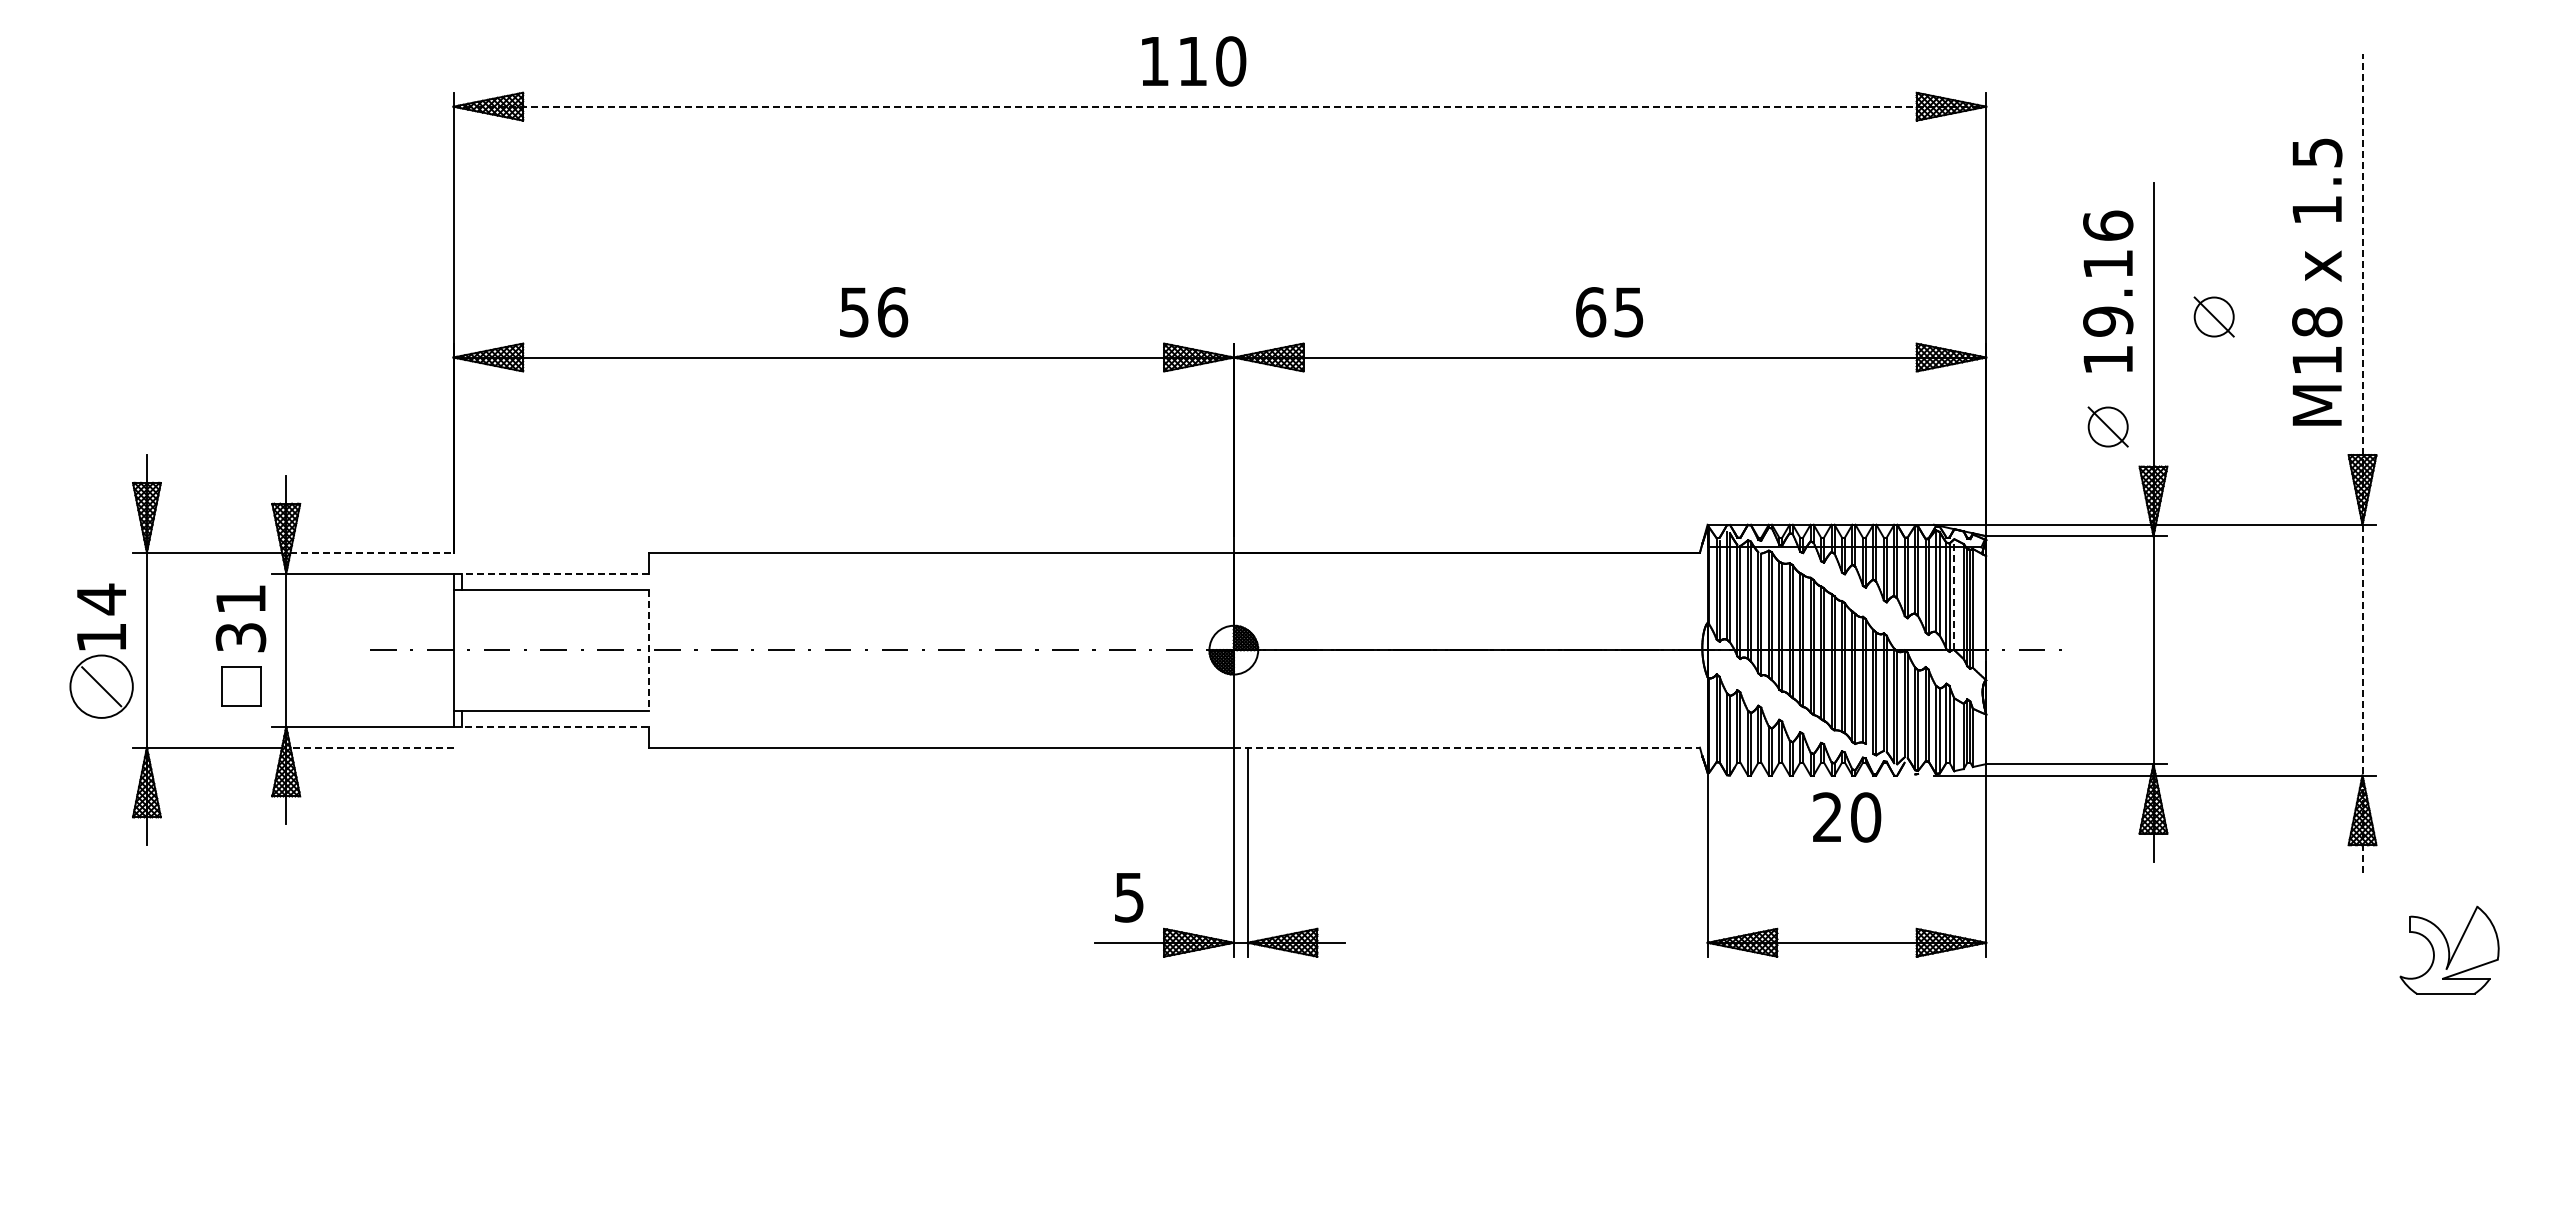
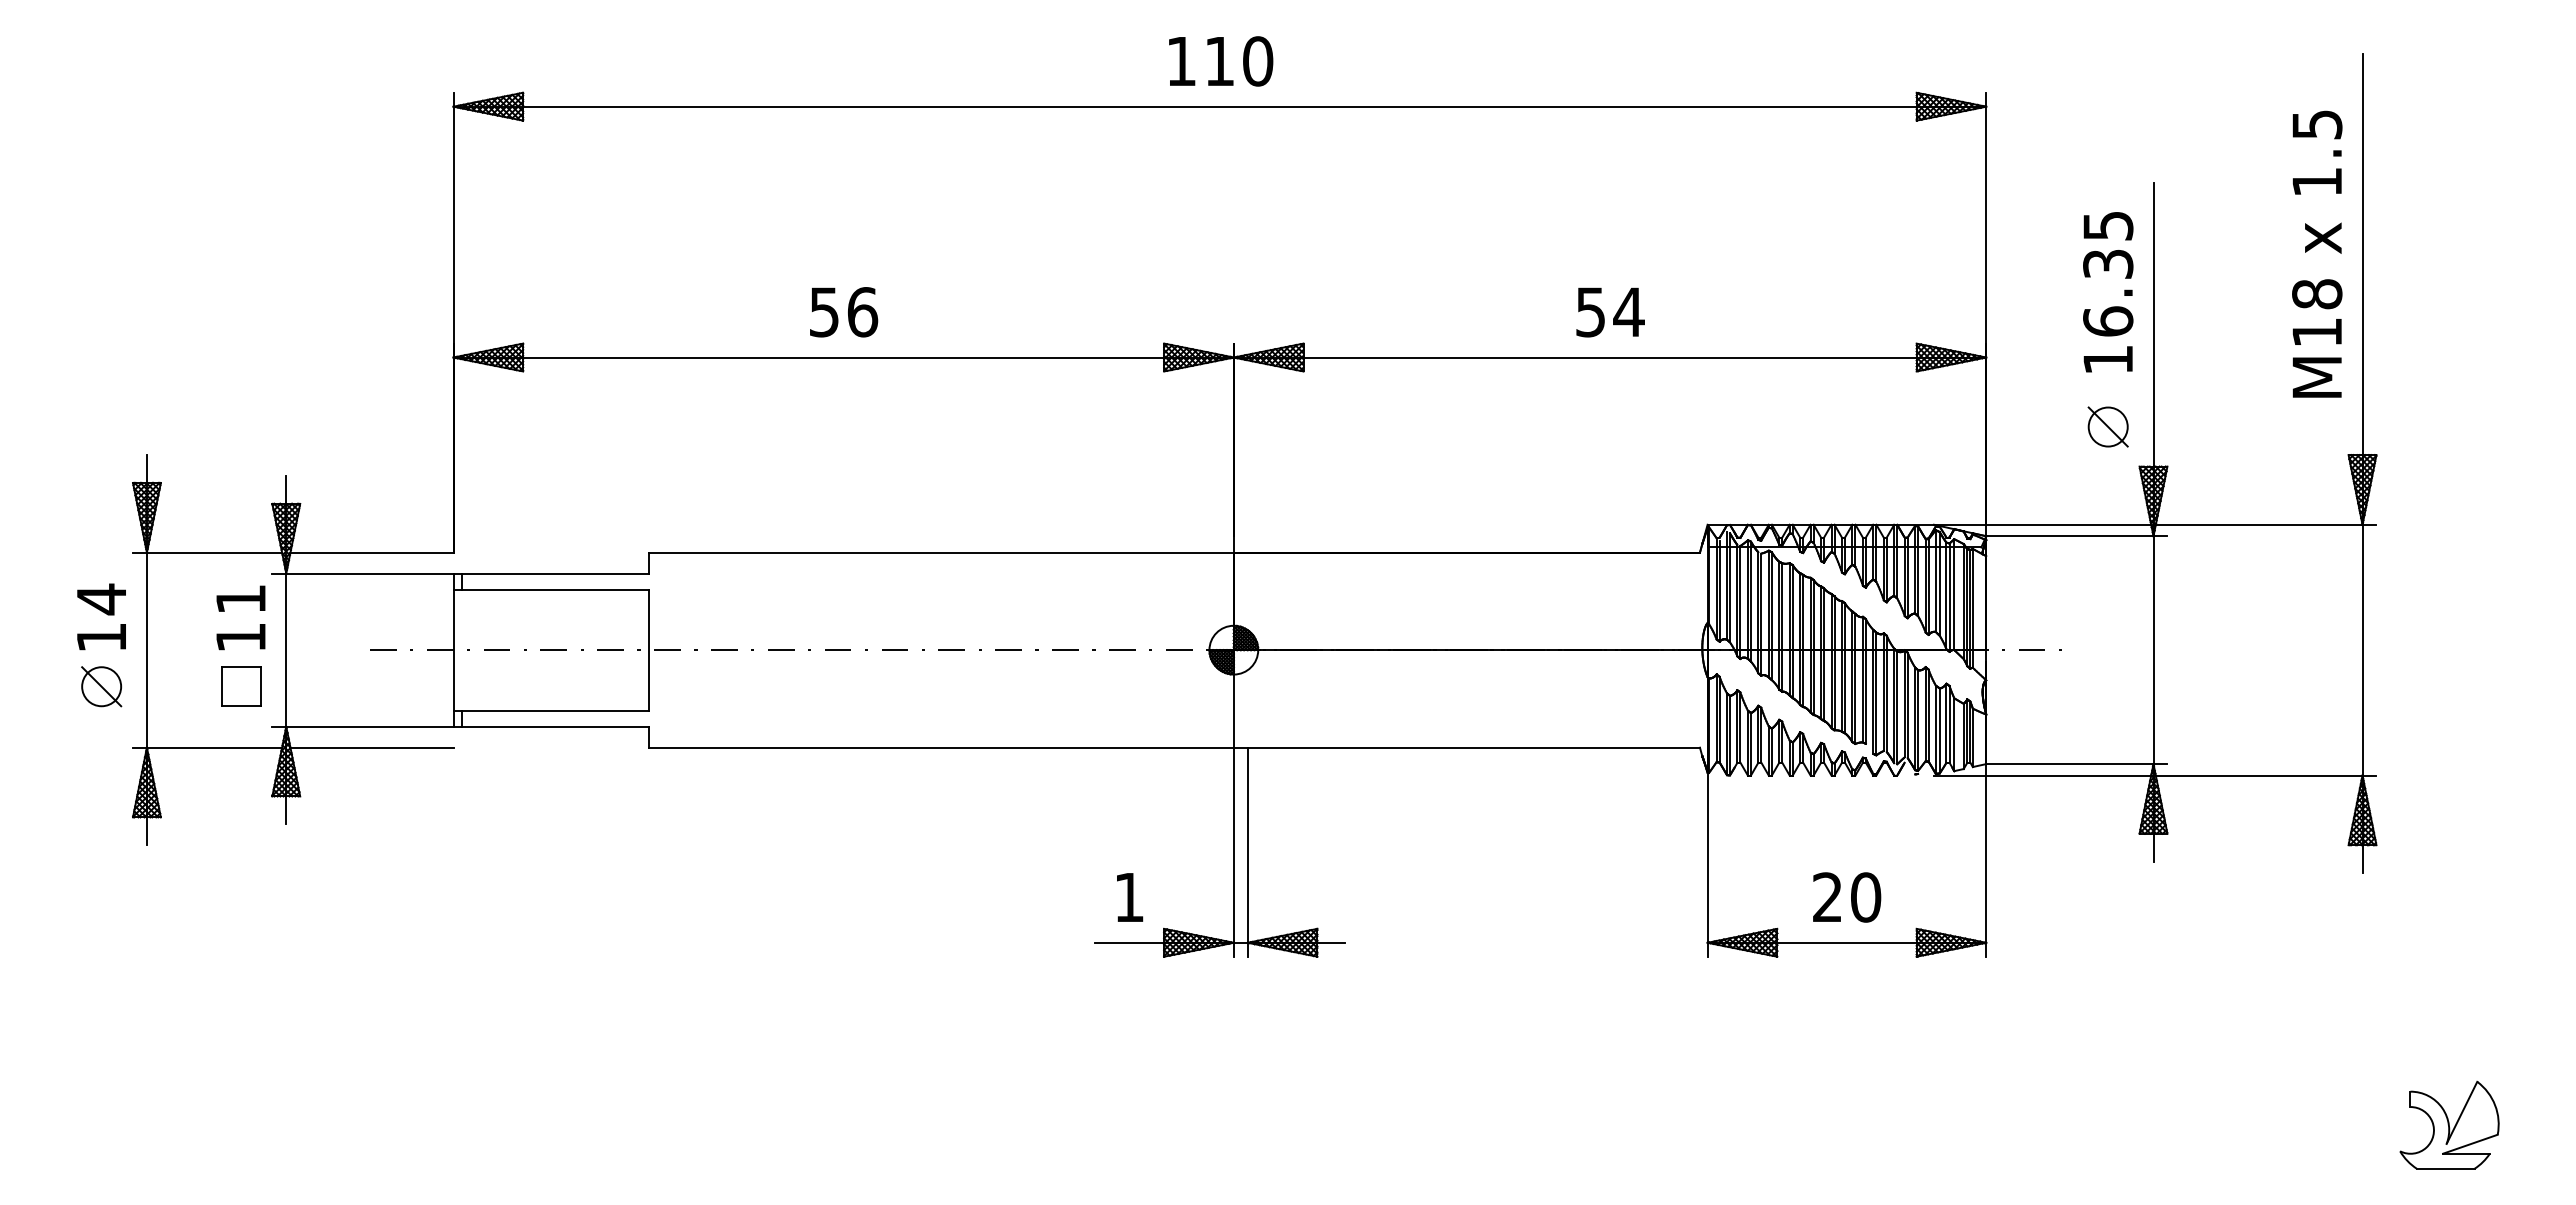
text at (1194, 61) position: (1194, 61) -> (1221, 61)
line at (1220, 106): dashed -> solid
text at (2108, 273): 19.16 -> 16.35
text at (2317, 281) position: (2317, 281) -> (2317, 253)
text at (874, 312) position: (874, 312) -> (844, 312)
text at (1610, 312): 65 -> 54
part at (2213, 316): present -> none
line at (2362, 463): dashed -> solid
line at (371, 552): dashed -> solid
line at (551, 573): dashed -> solid
line at (1954, 594): dashed -> solid
text at (240, 637): 31 -> 11
line at (648, 650): dashed -> solid
circle at (101, 686) diameter: 62 px -> 39 px
line at (551, 726): dashed -> solid
line at (371, 747): dashed -> solid
line at (1467, 747): dashed -> solid
text at (1847, 817) position: (1847, 817) -> (1847, 897)
text at (1129, 897): 5 -> 1
part at (2449, 949) position: (2449, 949) -> (2449, 1124)
